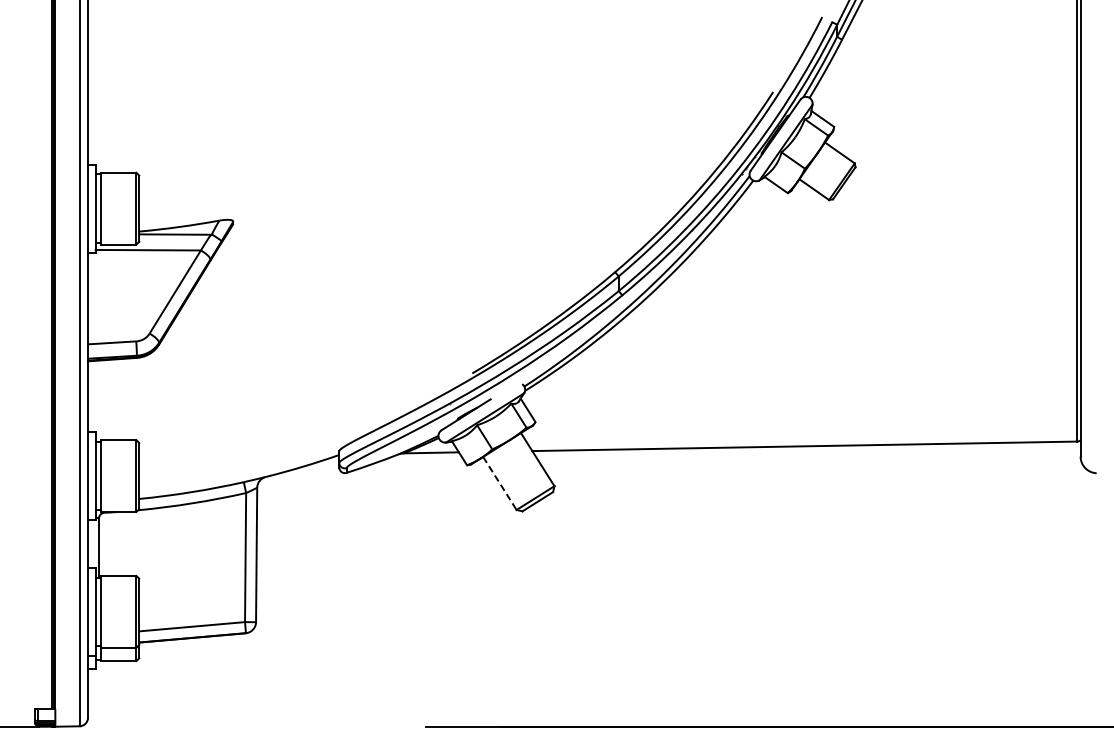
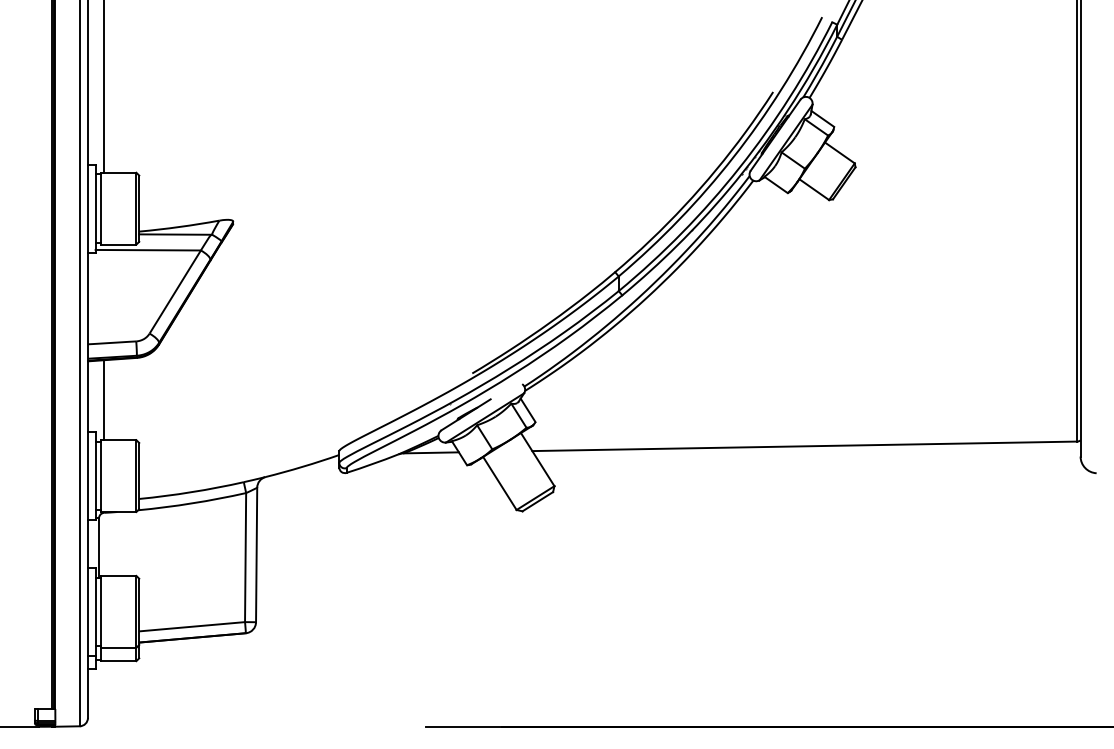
line at (103, 87): none -> present
line at (103, 400): none -> present
line at (500, 483): dashed -> solid
